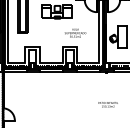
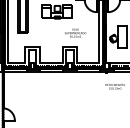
text at (107, 104) position: (107, 104) -> (114, 86)
